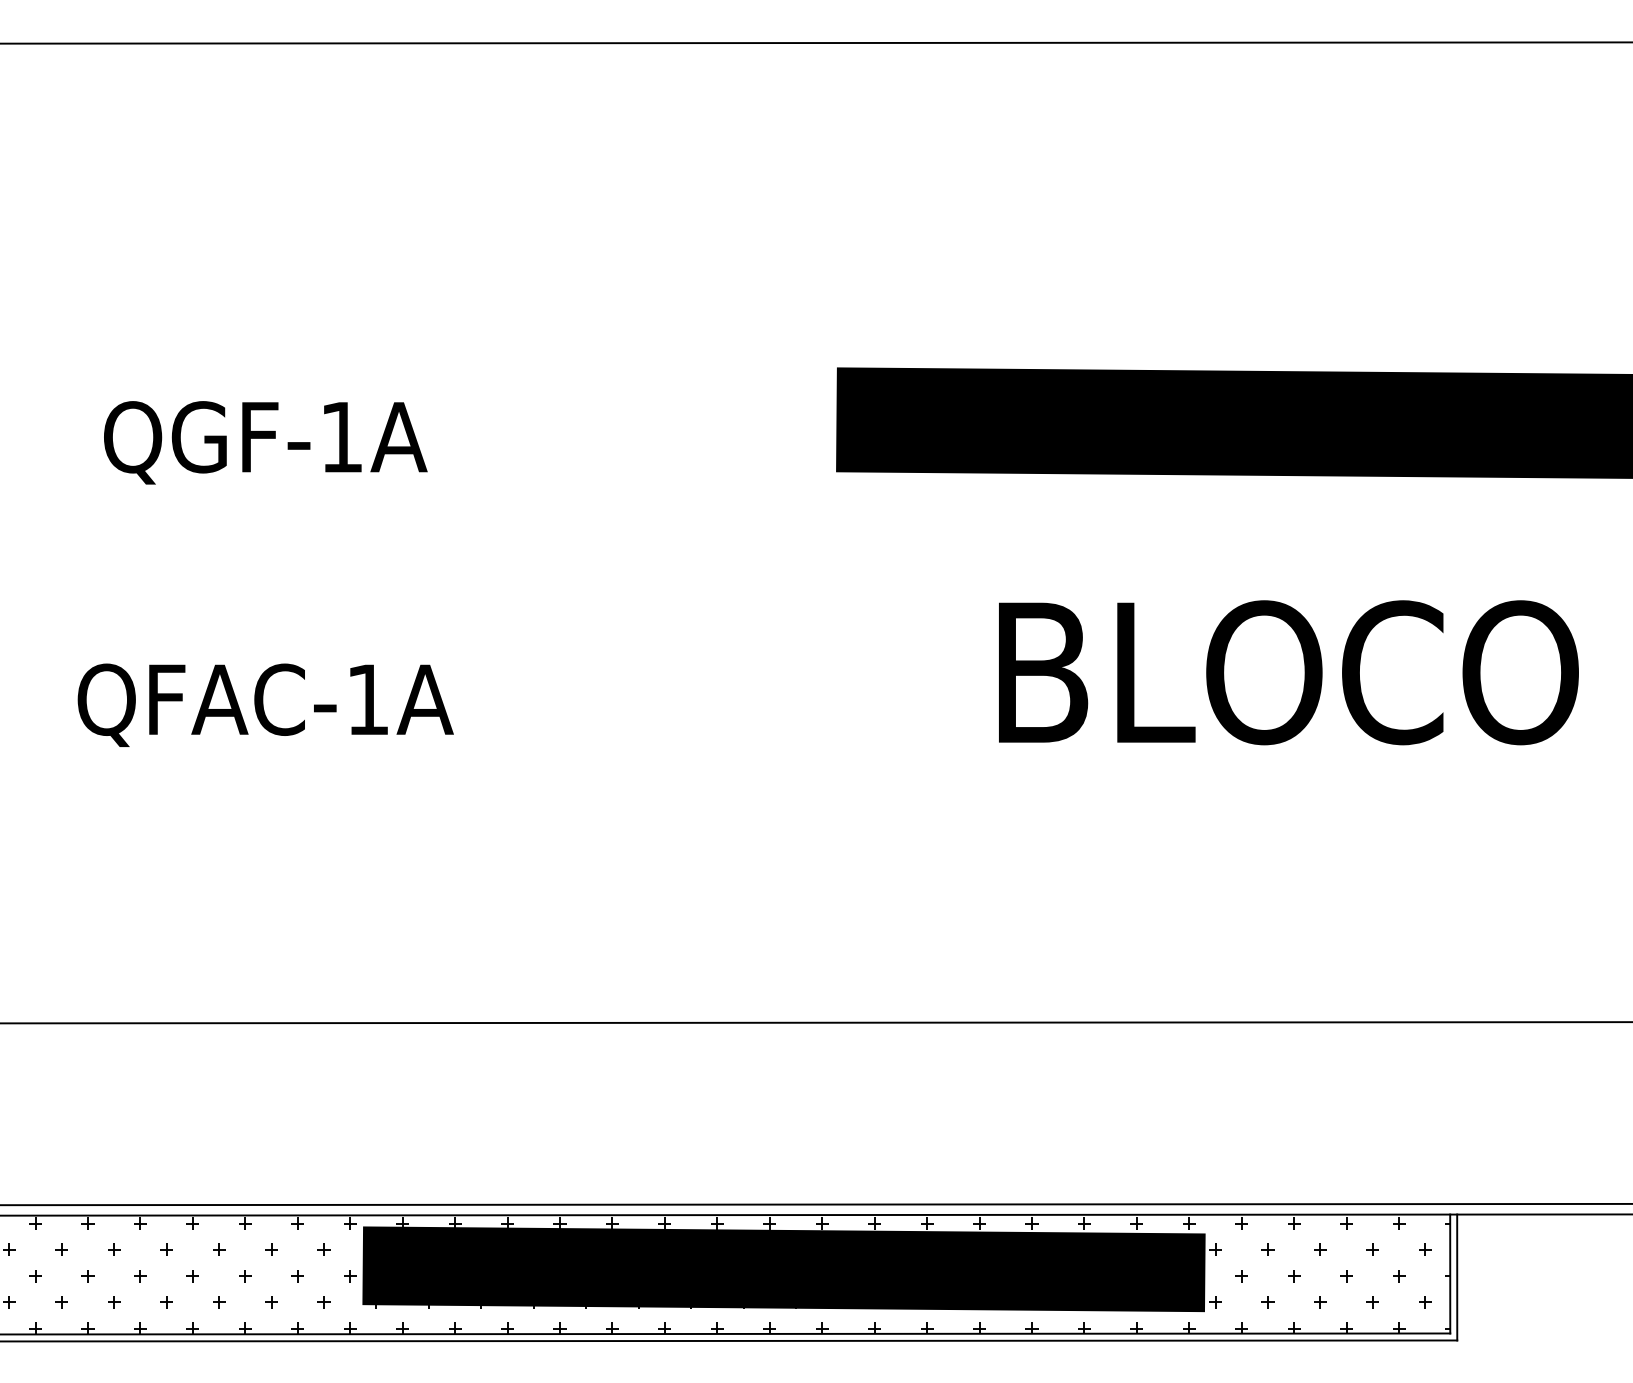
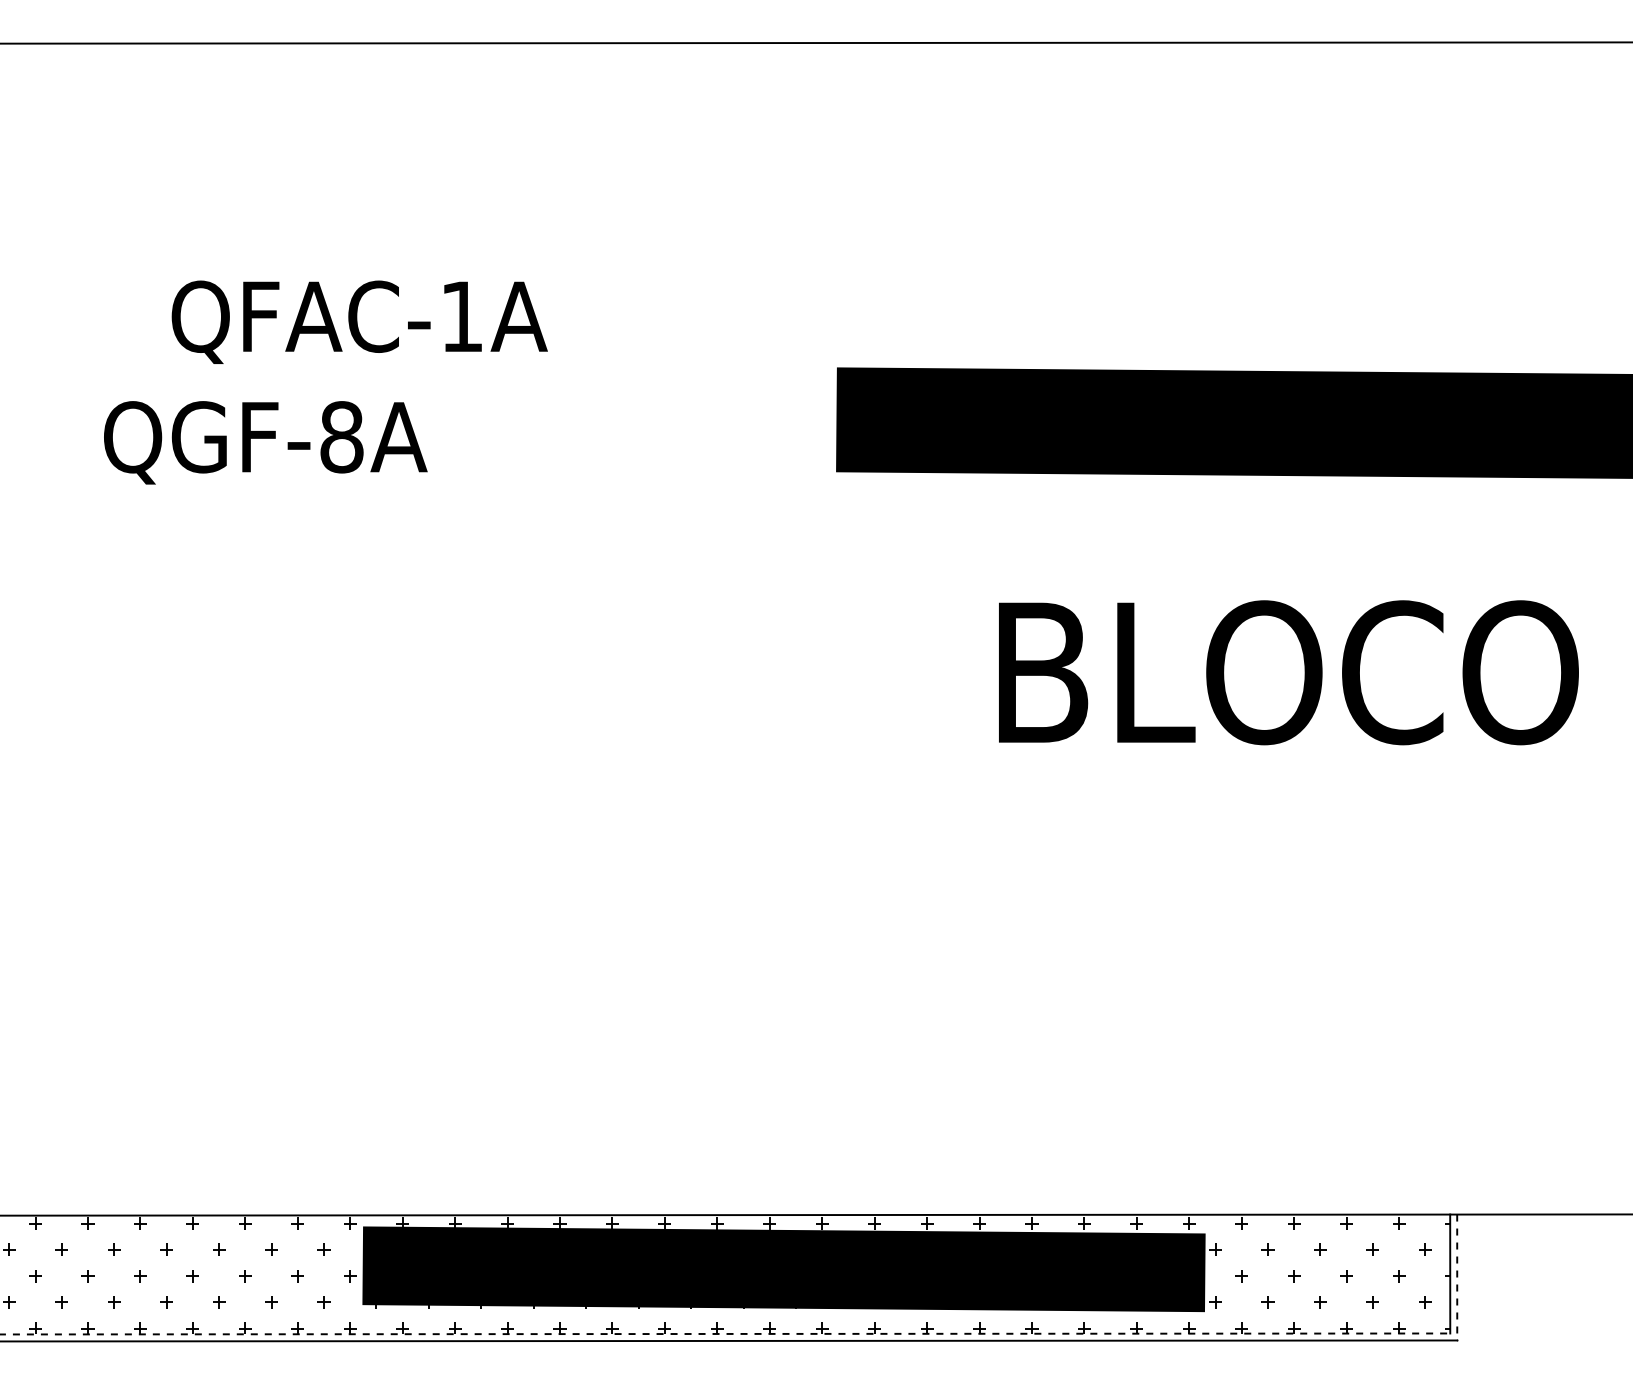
text at (341, 437): QGF-1A -> QGF-8A
text at (265, 704) position: (265, 704) -> (359, 321)
line at (815, 1022): present -> none
line at (815, 1204): present -> none
line at (1457, 1277): solid -> dashed
line at (725, 1333): solid -> dashed
